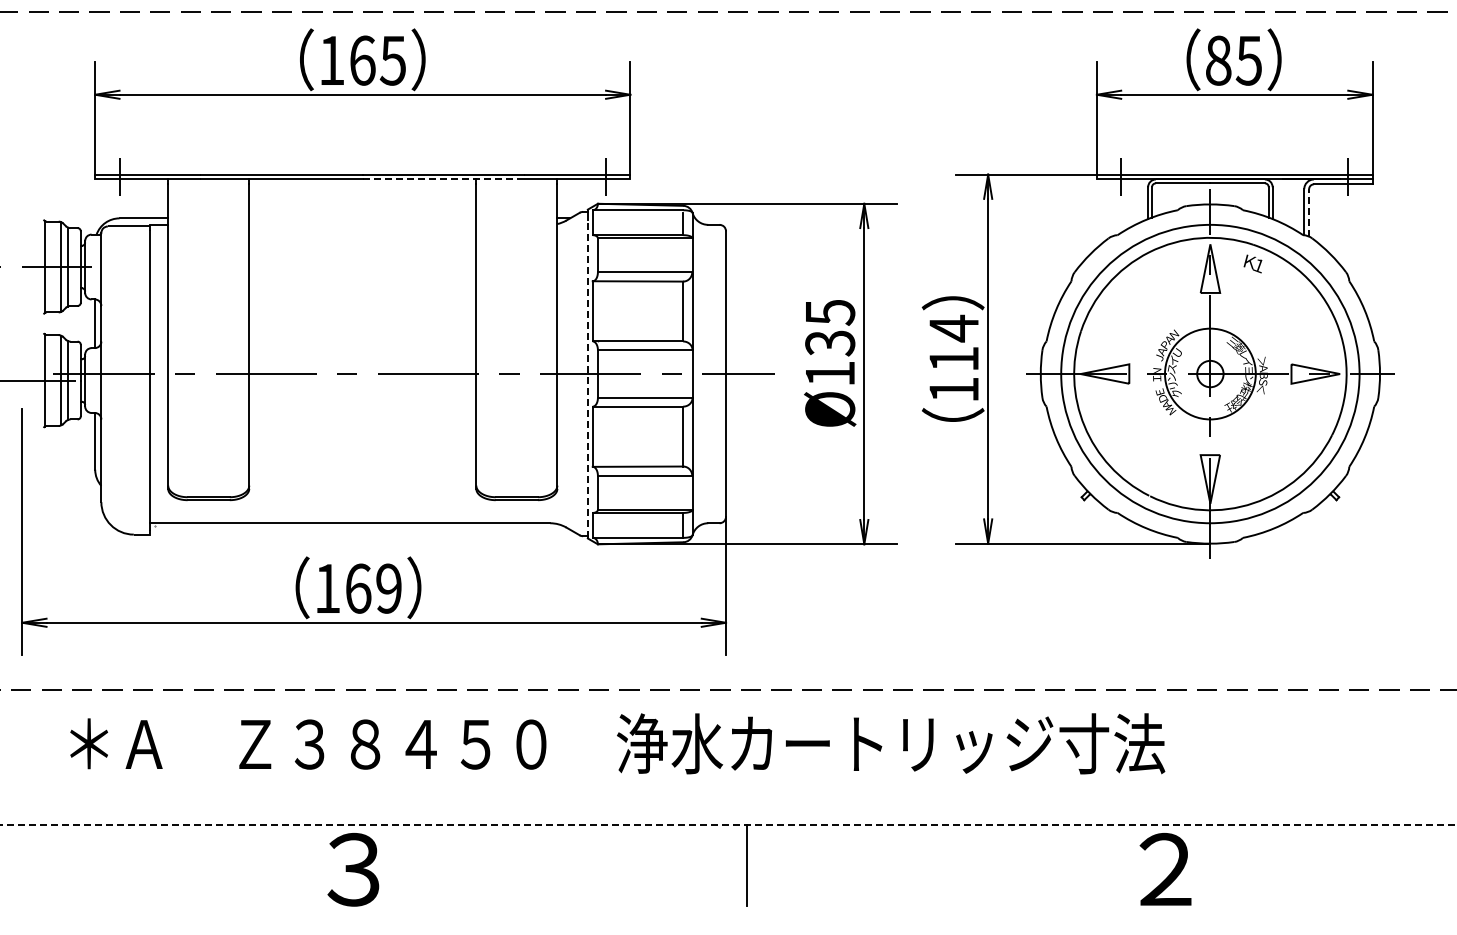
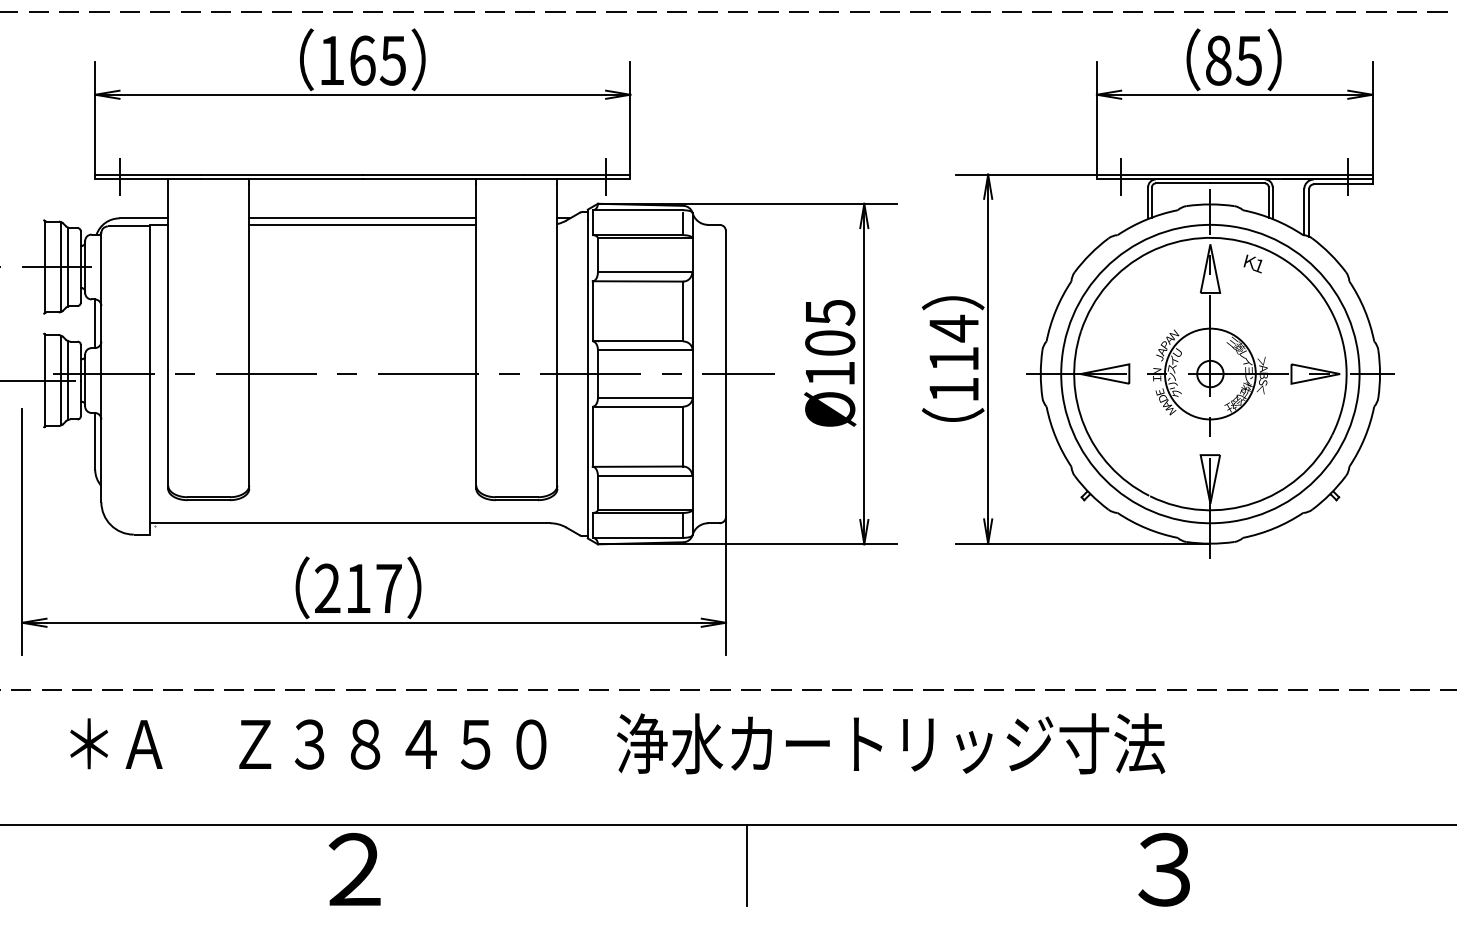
line at (443, 179): dashed -> solid
line at (1309, 212): dashed -> solid
line at (362, 218): none -> present
line at (362, 224): none -> present
text at (830, 343): Ø135 -> Ø105
line at (587, 378): dashed -> solid
text at (358, 588): 169 -> 217
line at (729, 824): dashed -> solid
text at (353, 869): ３ -> ２
text at (1164, 869): ２ -> ３
